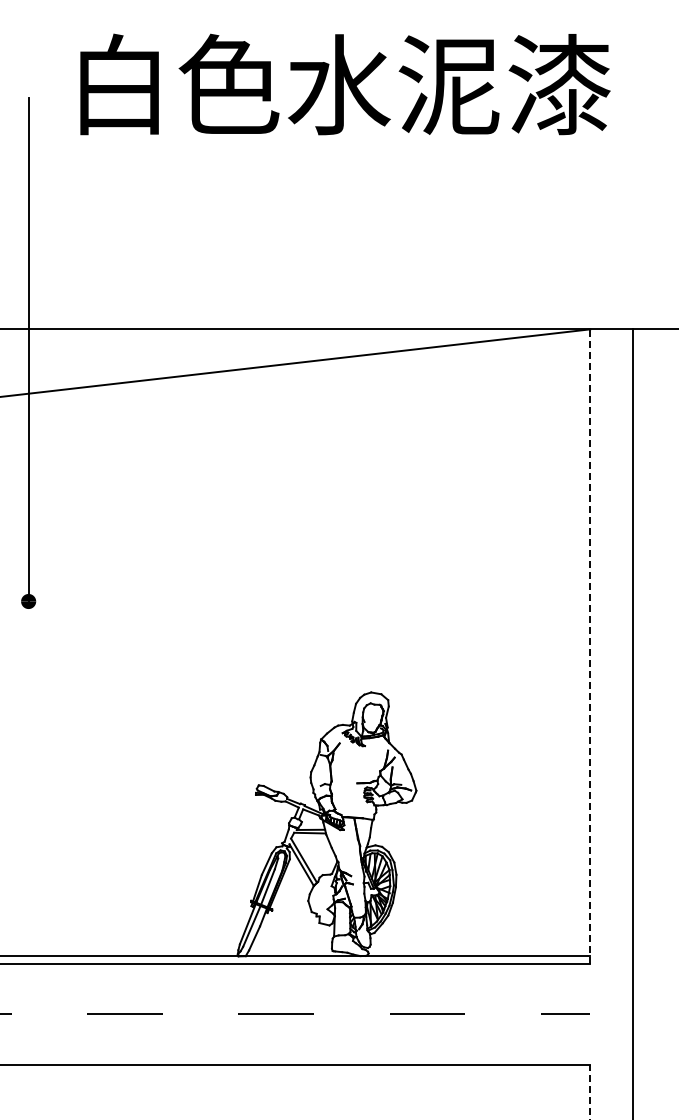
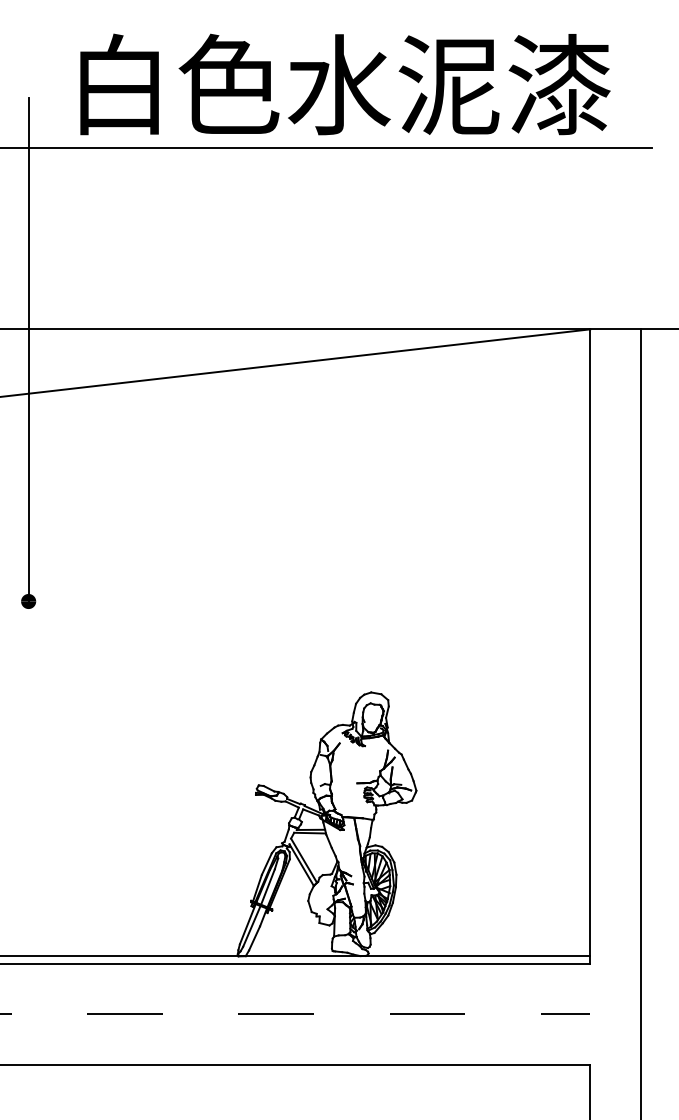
line at (326, 148): none -> present
line at (590, 646): dashed -> solid
line at (632, 722) position: (632, 722) -> (640, 722)
line at (590, 1091): dashed -> solid
